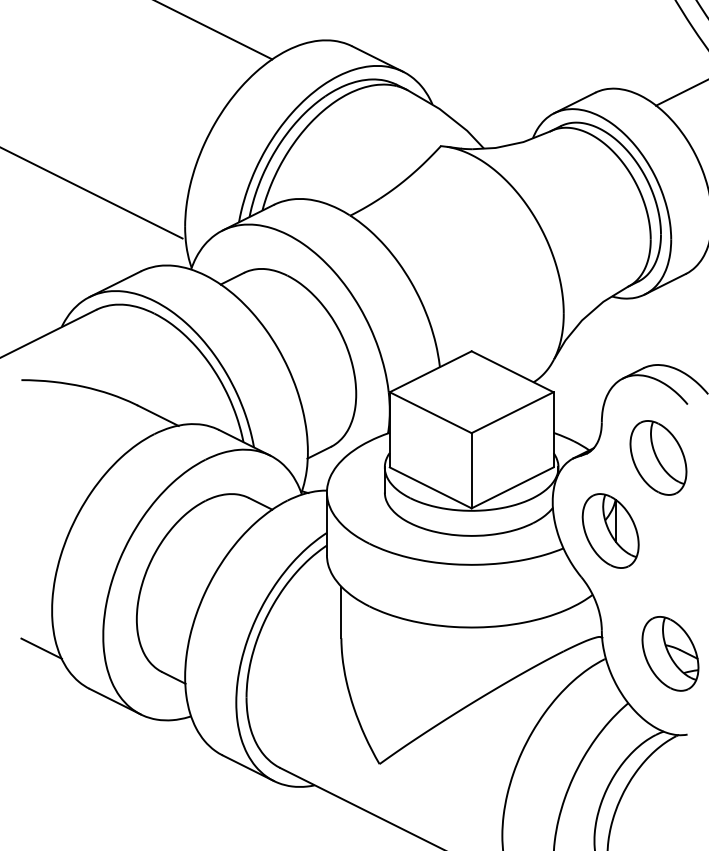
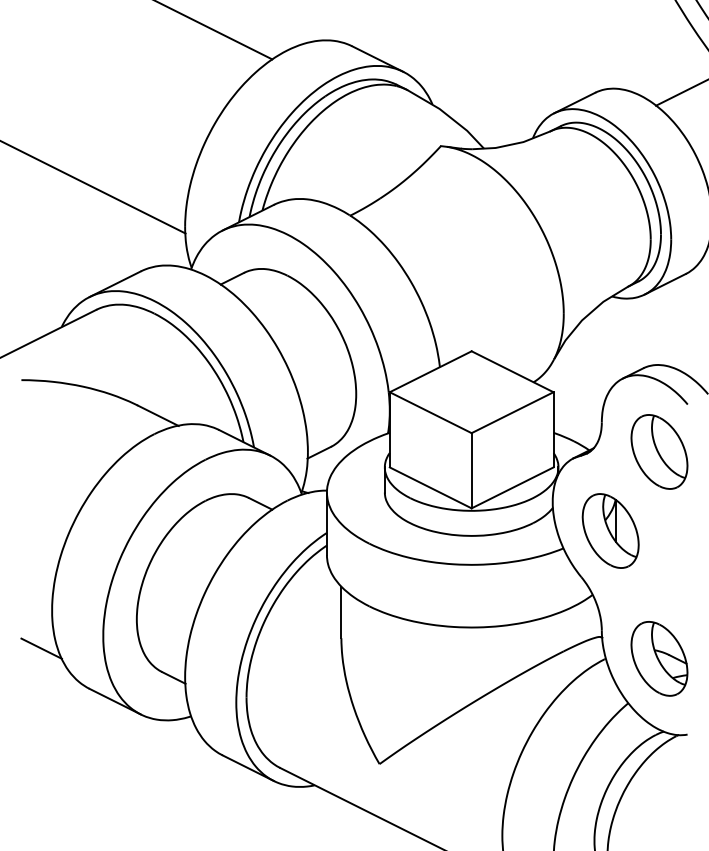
line at (92, 193) position: (92, 193) -> (93, 187)
part at (658, 457) position: (658, 457) -> (659, 451)
part at (670, 653) position: (670, 653) -> (659, 658)
